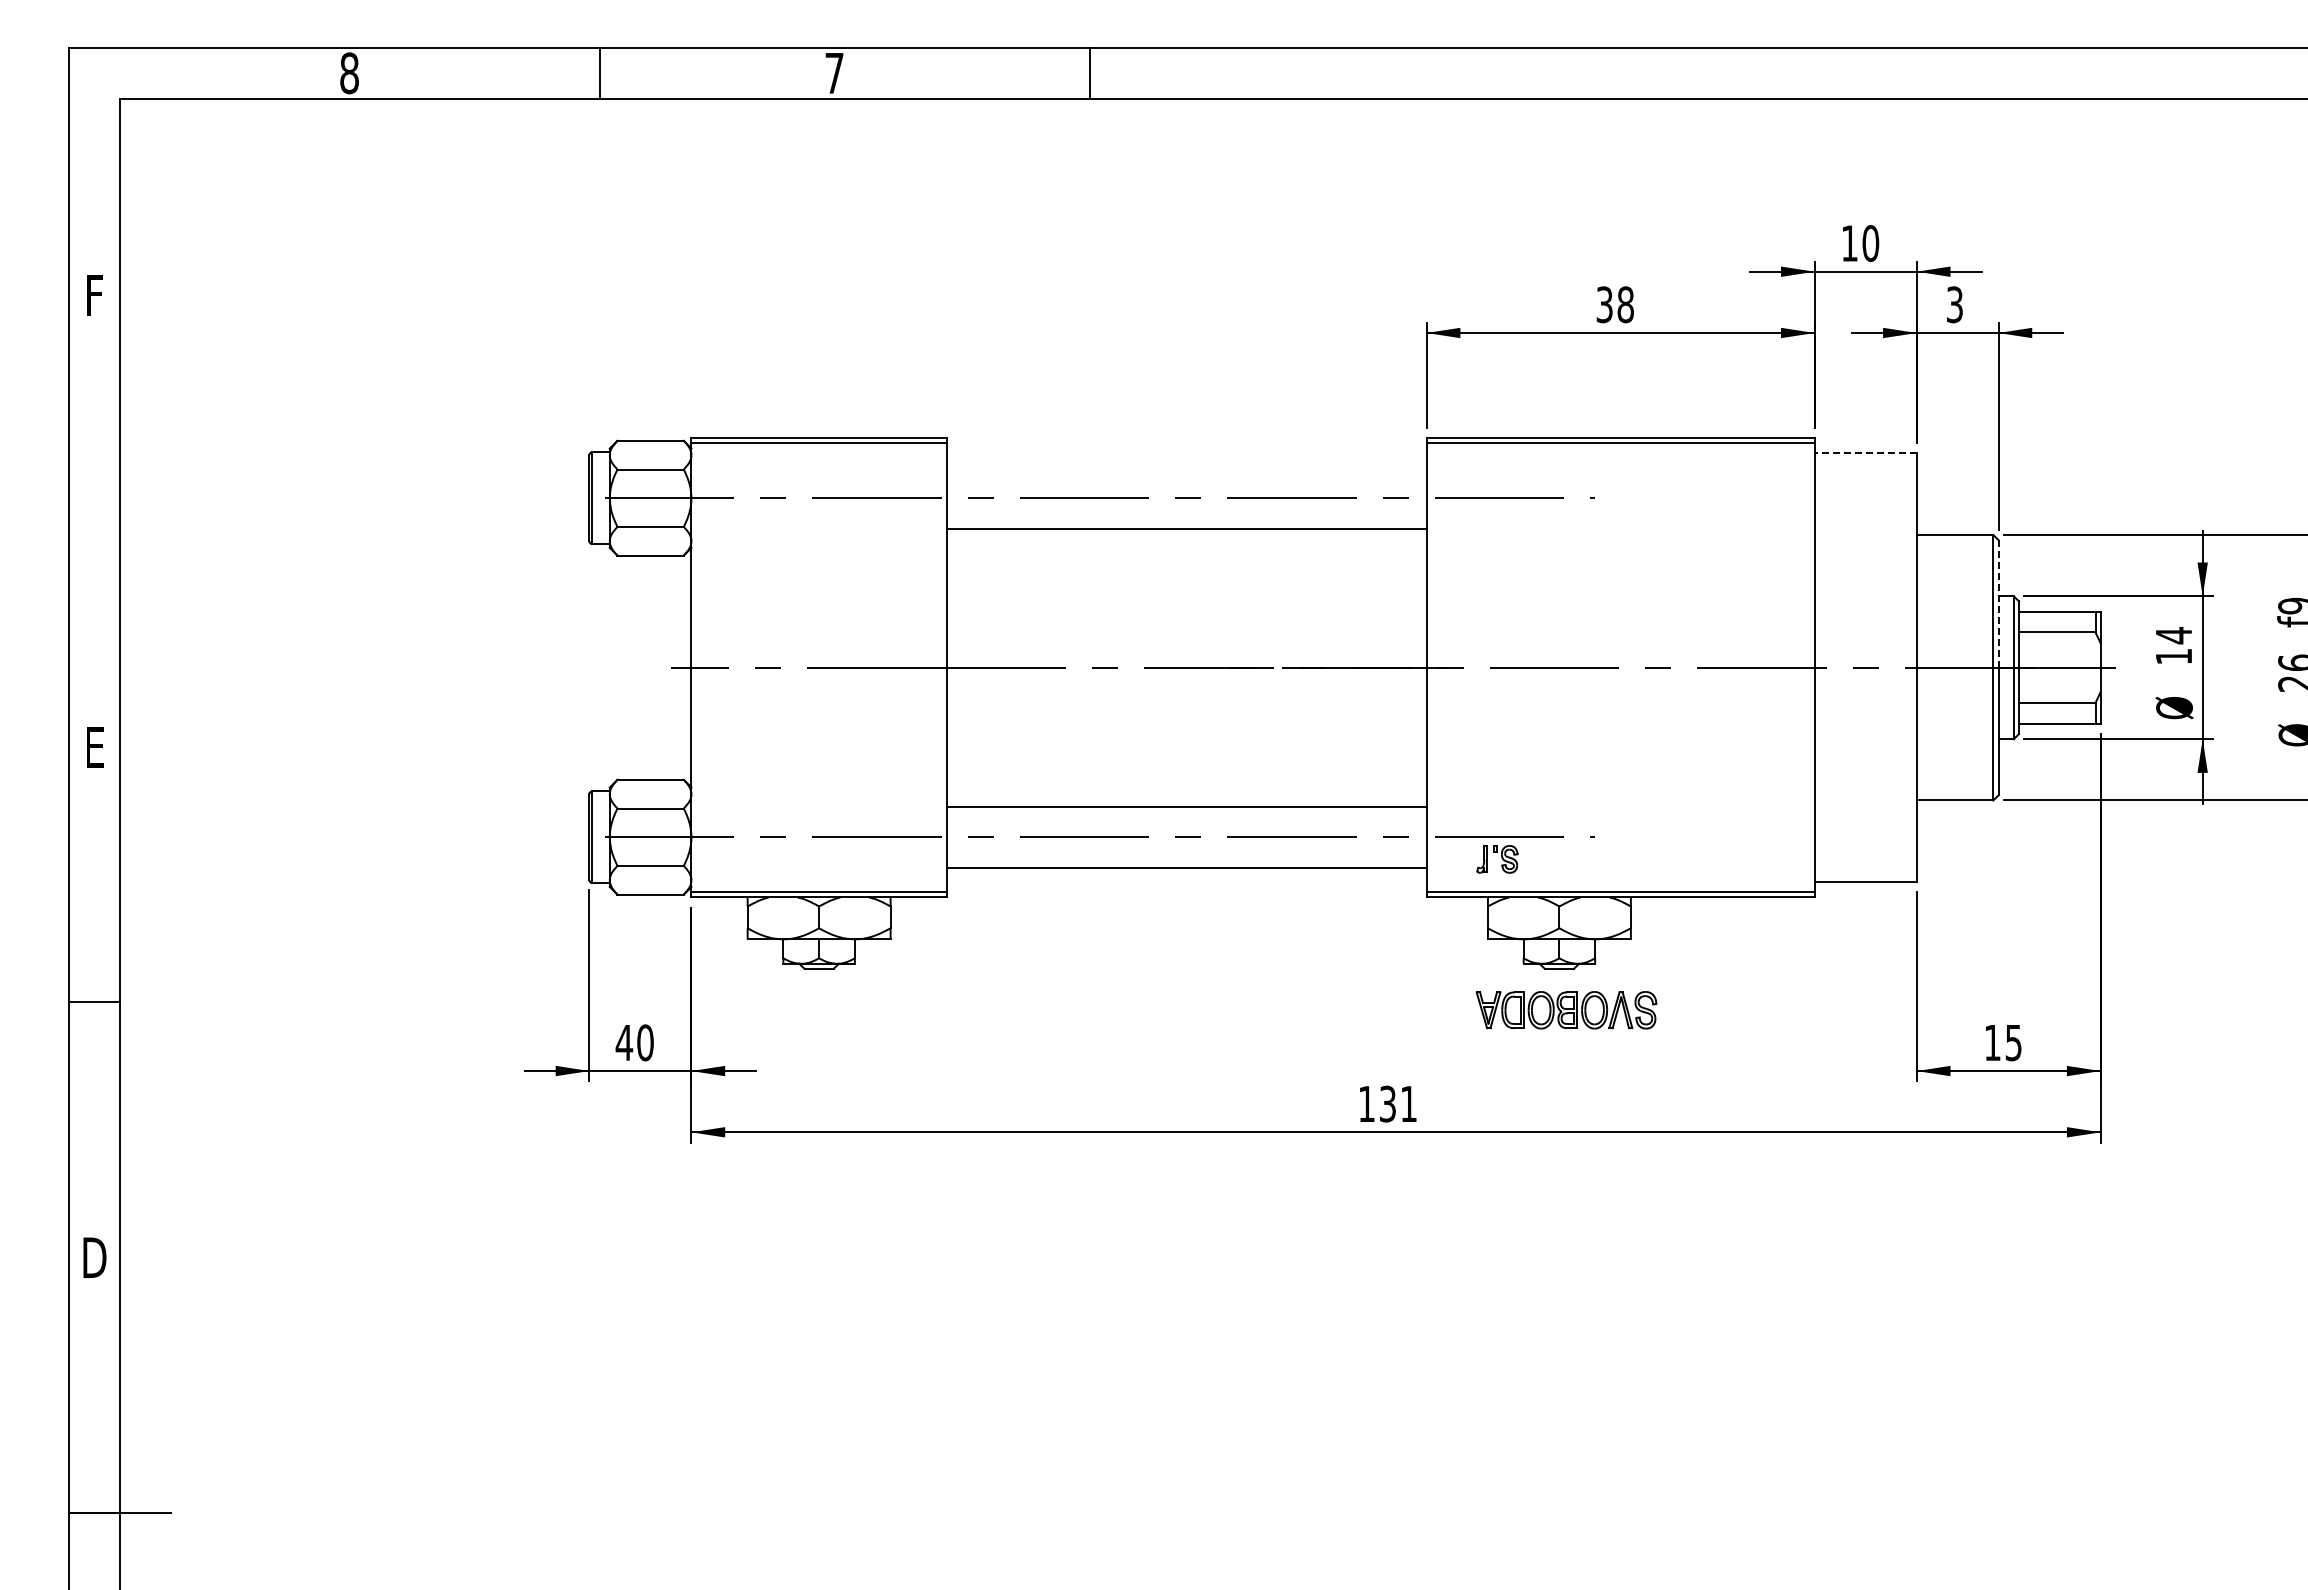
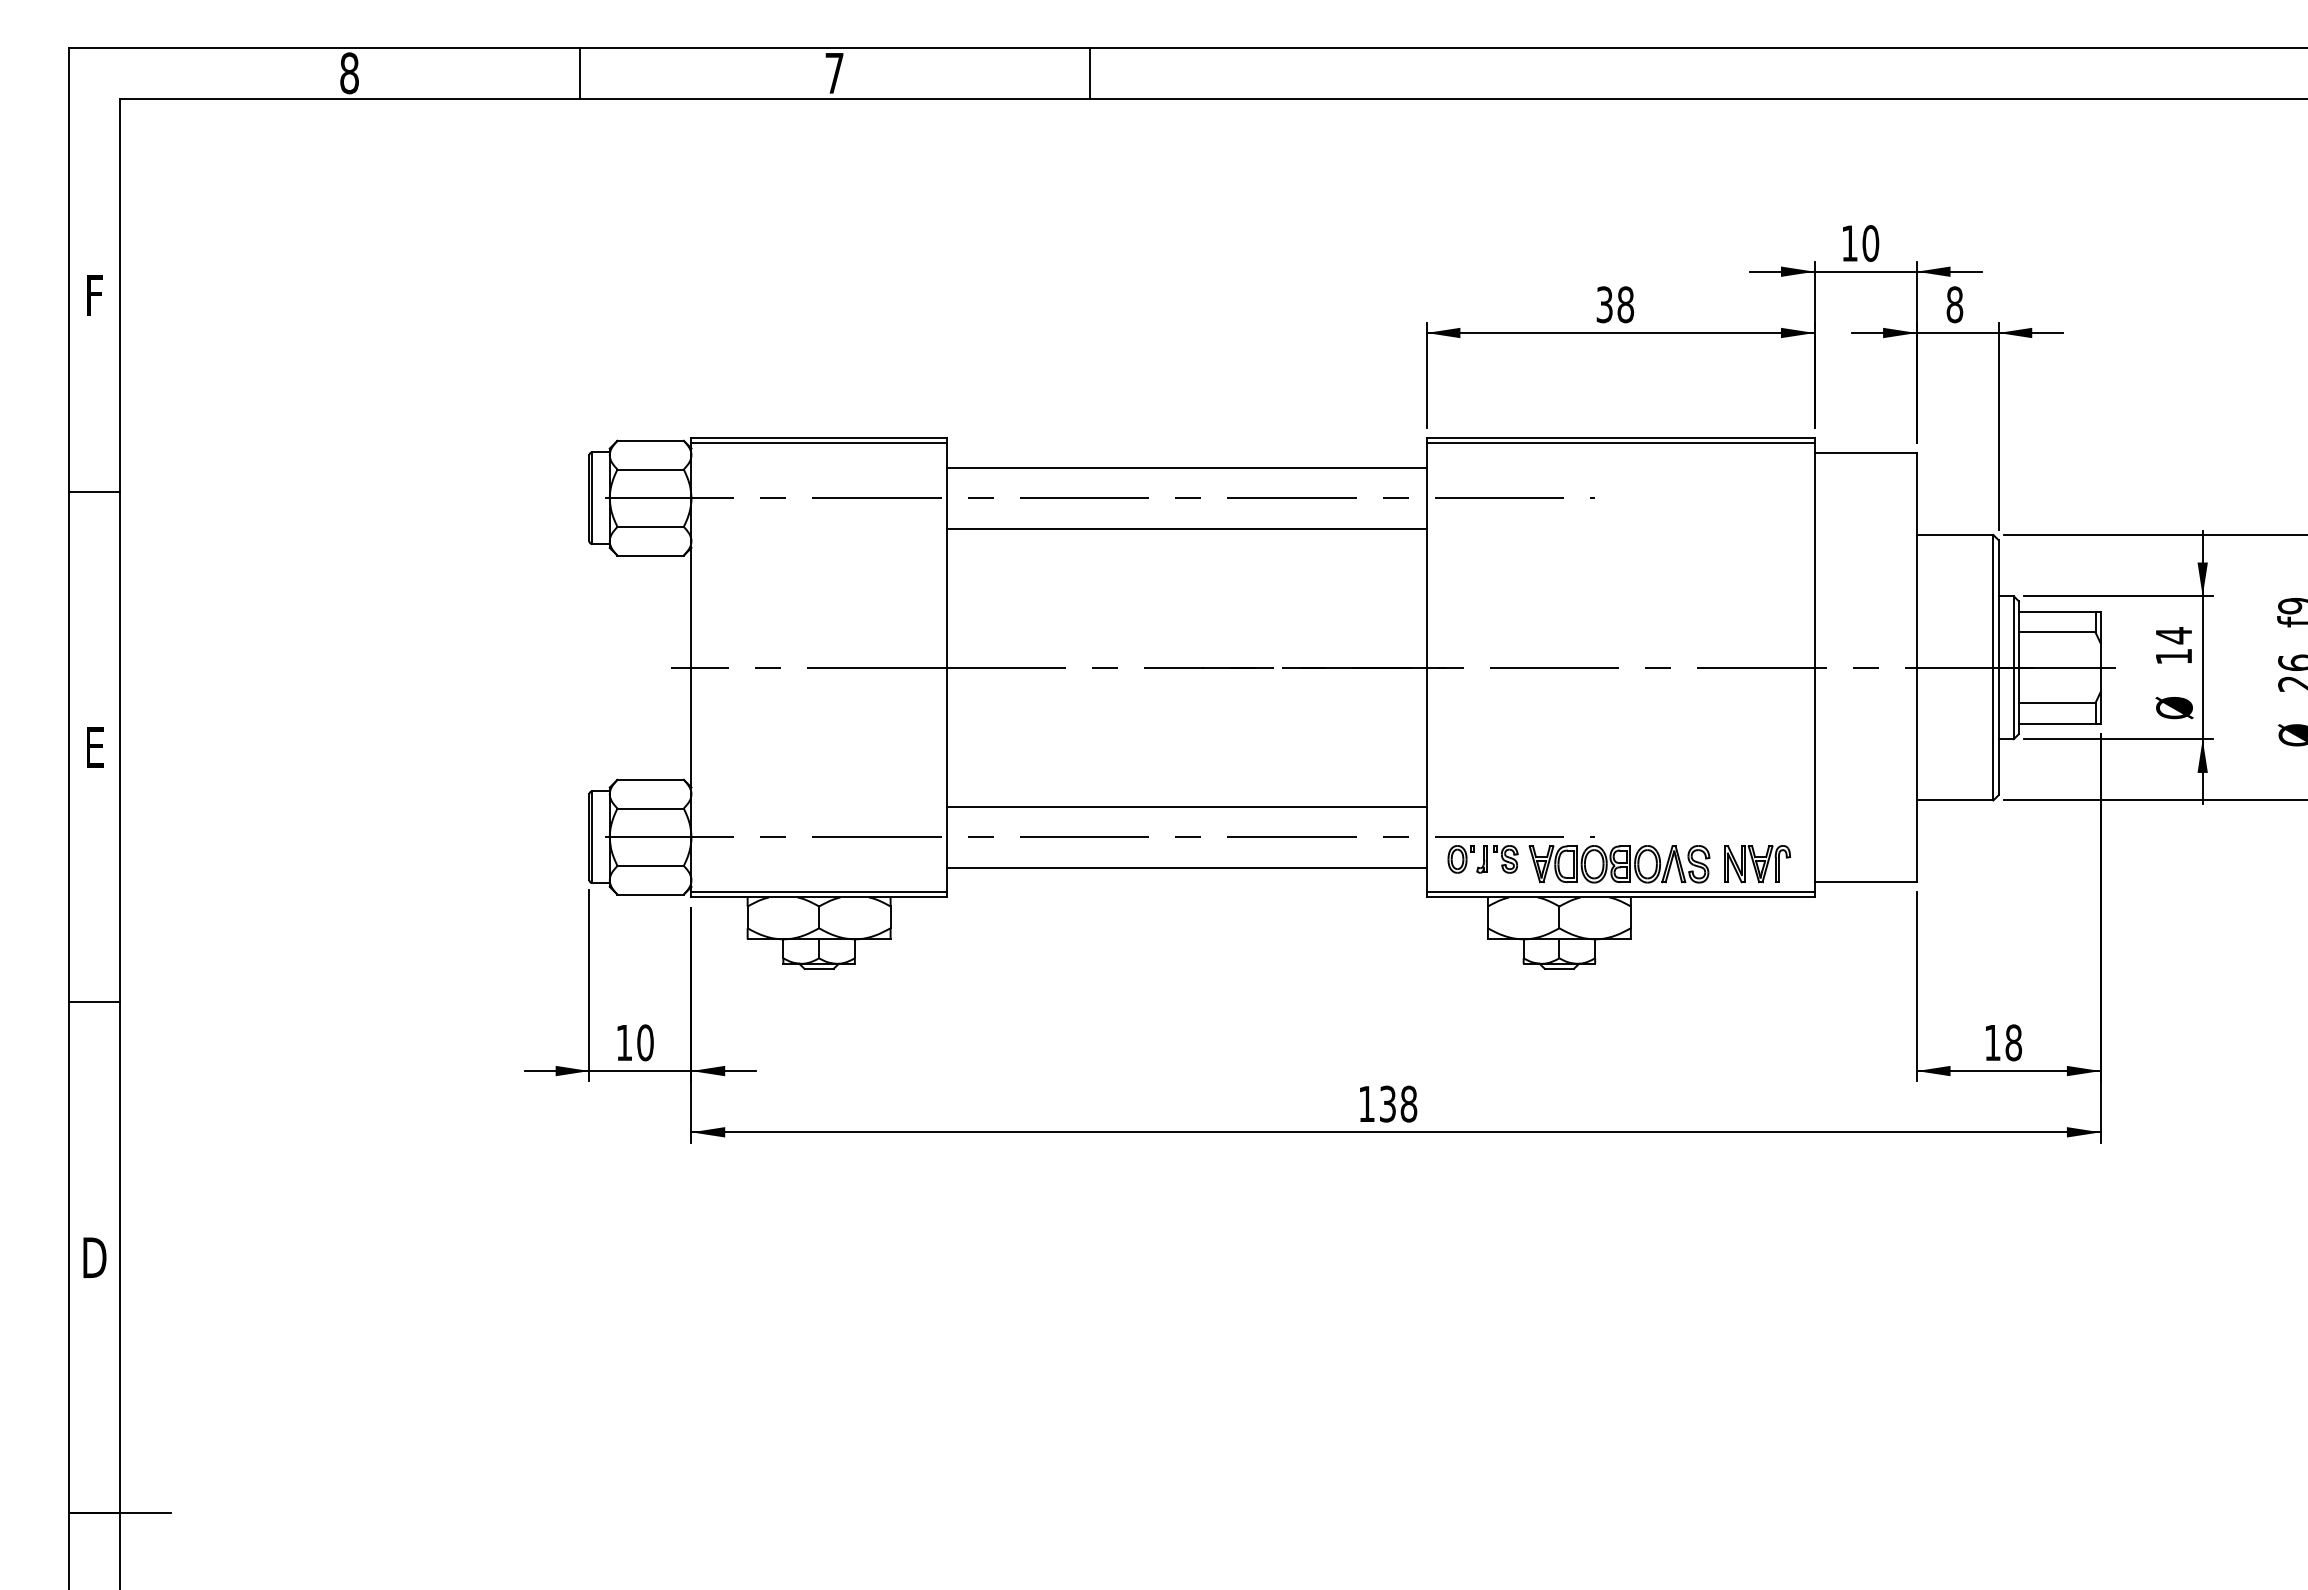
line at (599, 72) position: (599, 72) -> (579, 72)
text at (1954, 304): 3 -> 8
line at (1865, 453): dashed -> solid
line at (1186, 467): none -> present
line at (94, 491): none -> present
line at (1998, 603): dashed -> solid
part at (1460, 859): none -> present
part at (1757, 864): none -> present
part at (1566, 1010) position: (1566, 1010) -> (1619, 864)
text at (624, 1042): 40 -> 10
text at (2013, 1042): 15 -> 18
text at (1408, 1103): 131 -> 138
